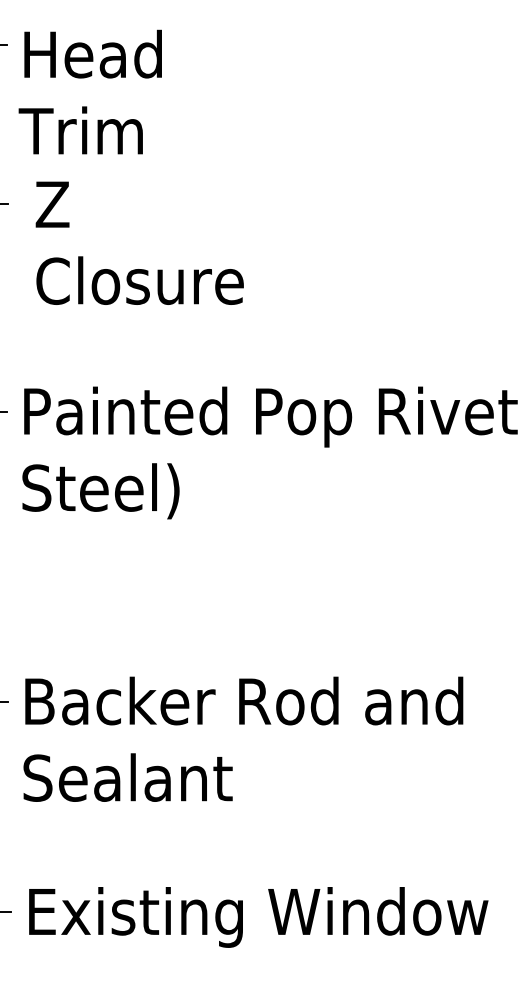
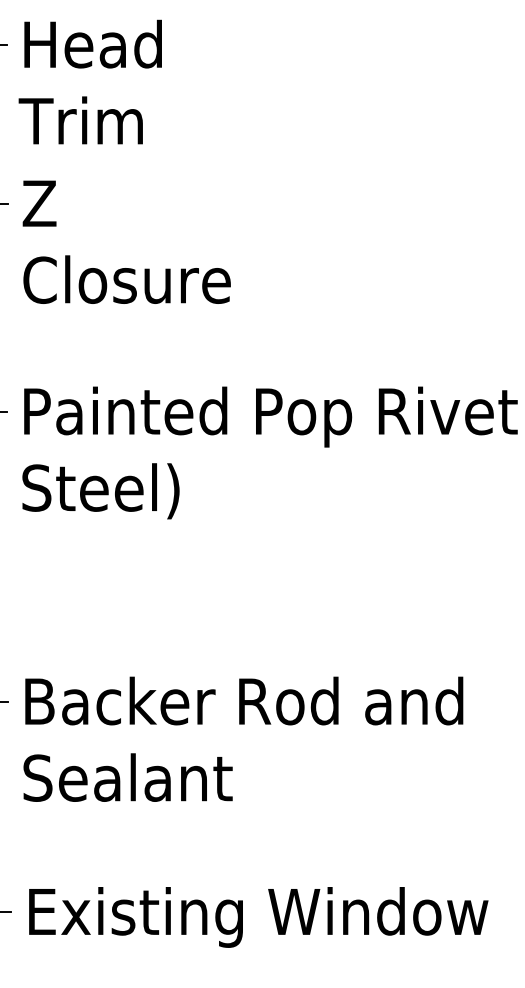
text at (89, 91) position: (89, 91) -> (89, 81)
text at (139, 242) position: (139, 242) -> (126, 241)
